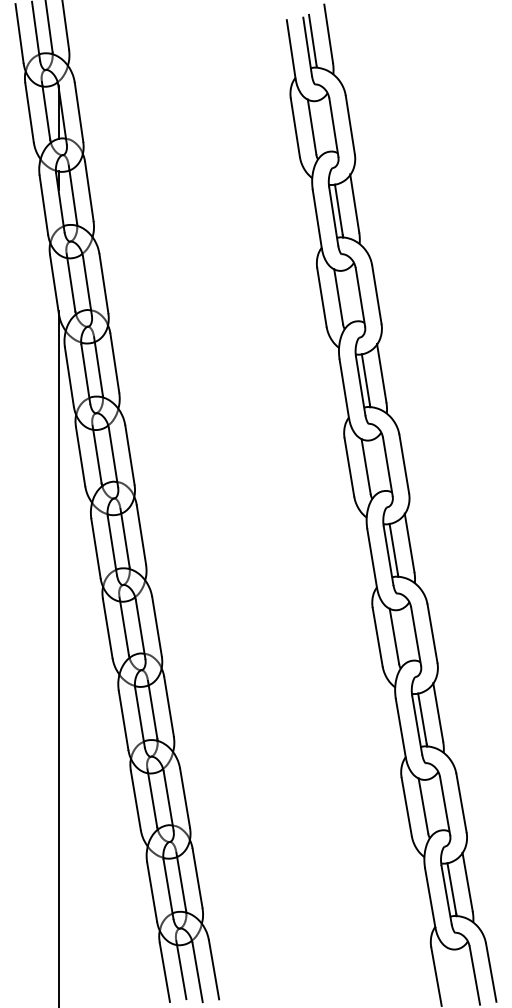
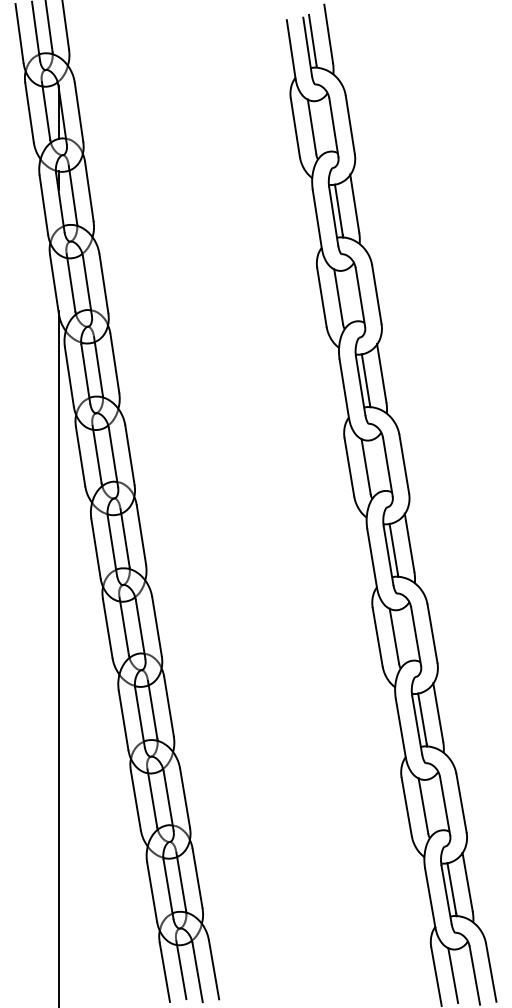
line at (453, 975): none -> present
